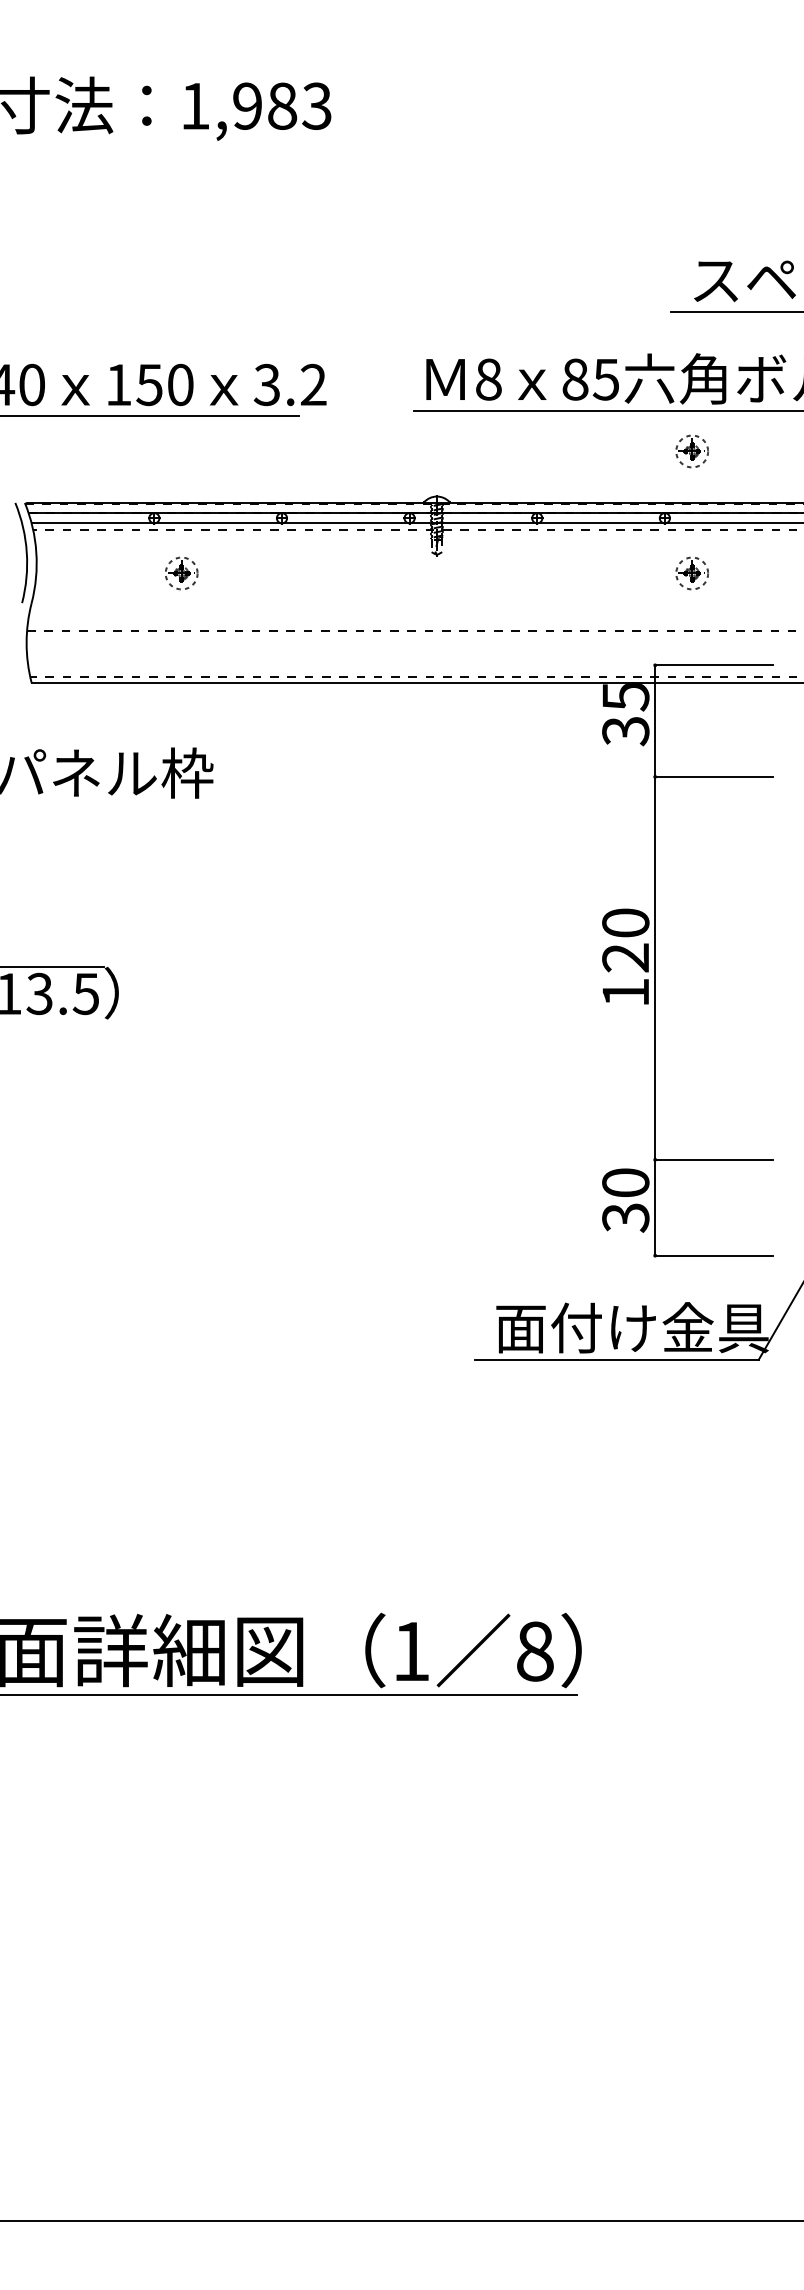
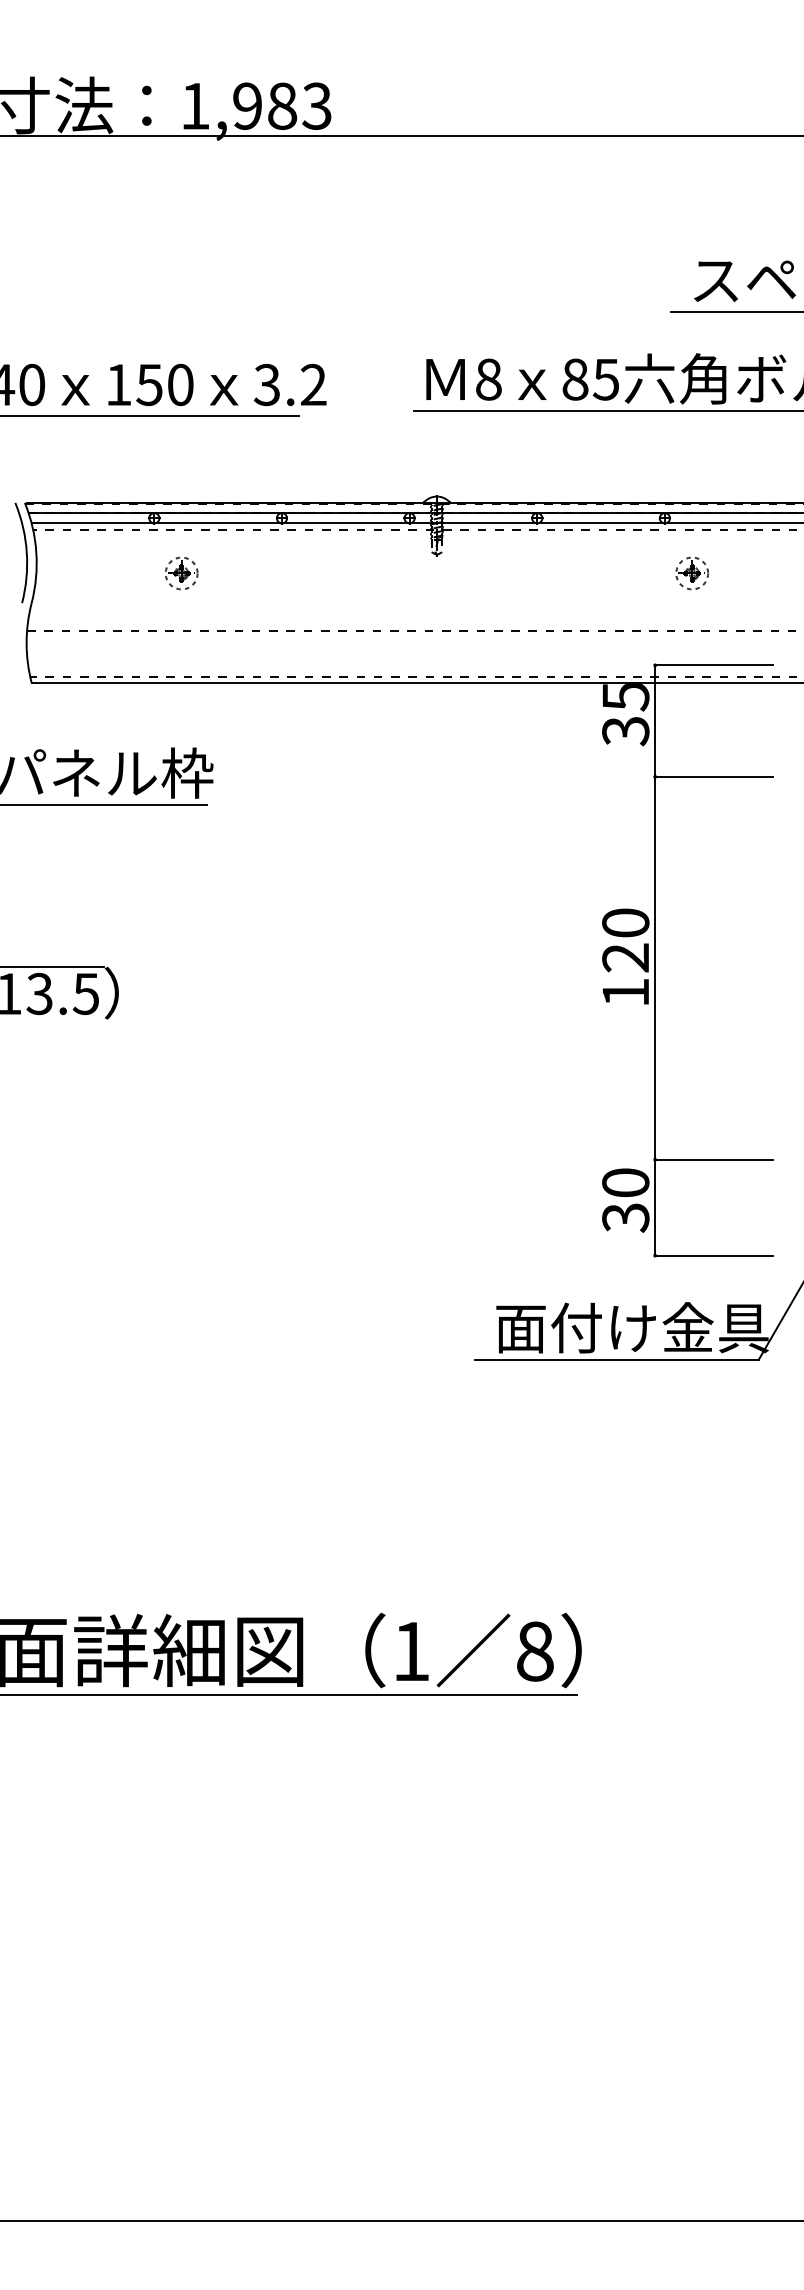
line at (401, 135): none -> present
part at (691, 451): present -> none
line at (104, 805): none -> present
